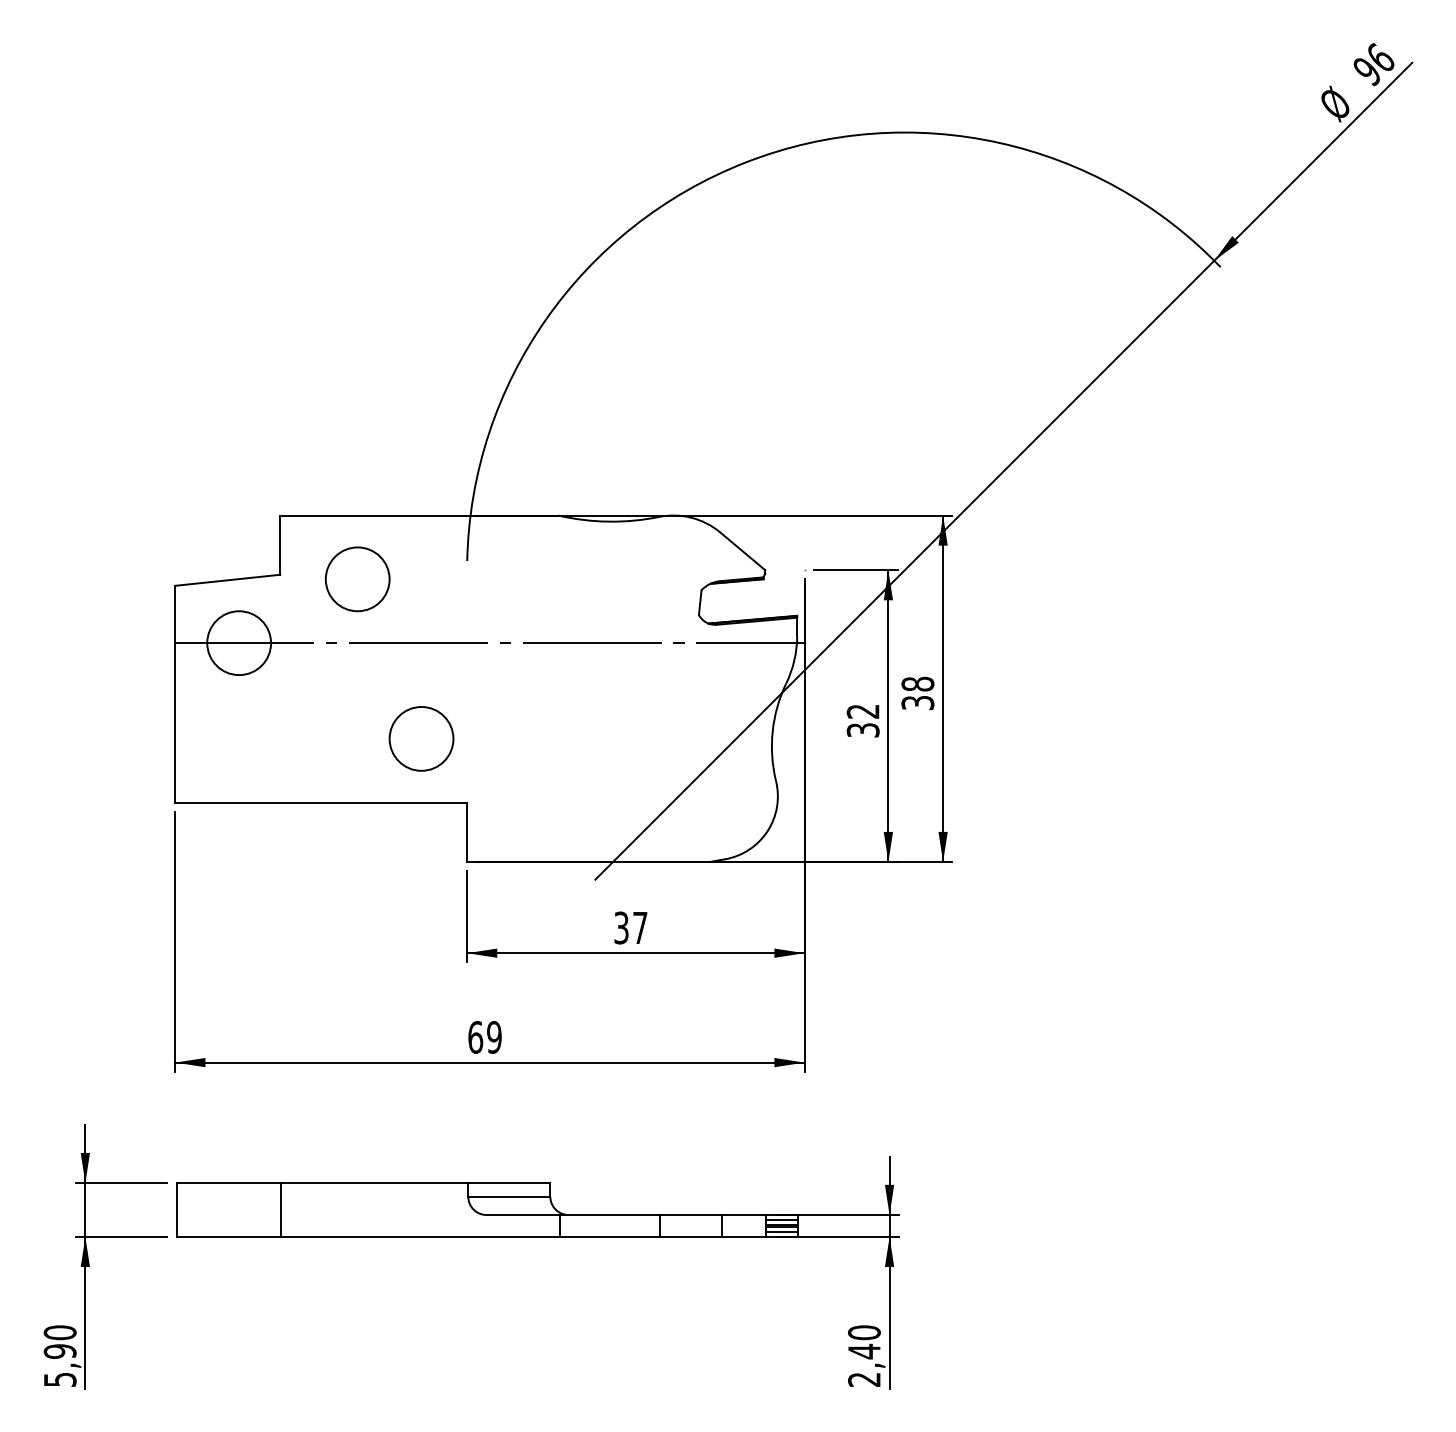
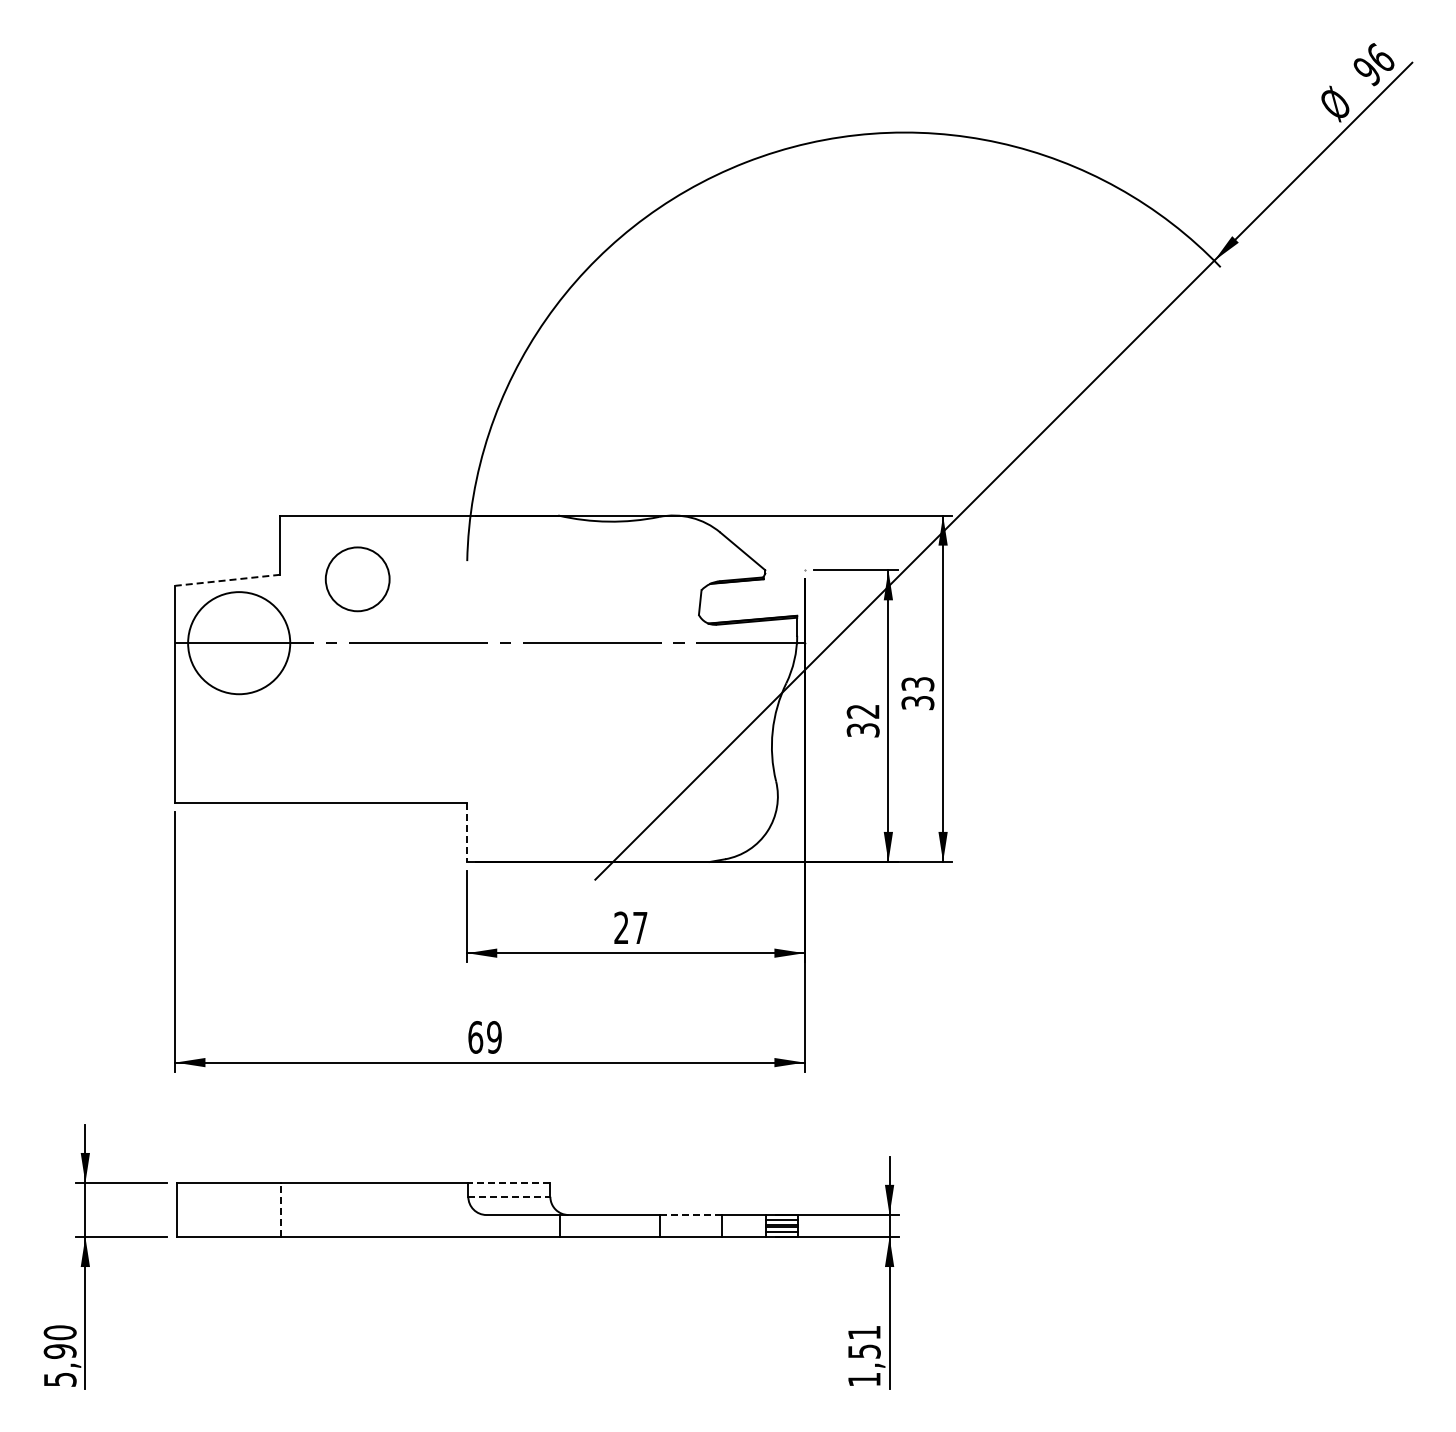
line at (227, 580): solid -> dashed
circle at (239, 643) diameter: 64 px -> 102 px
text at (917, 683): 38 -> 33
circle at (421, 738): present -> none
line at (467, 832): solid -> dashed
text at (621, 927): 37 -> 27
line at (508, 1183): solid -> dashed
line at (509, 1196): solid -> dashed
line at (281, 1210): solid -> dashed
line at (690, 1215): solid -> dashed
text at (864, 1355): 2,40 -> 1,51
